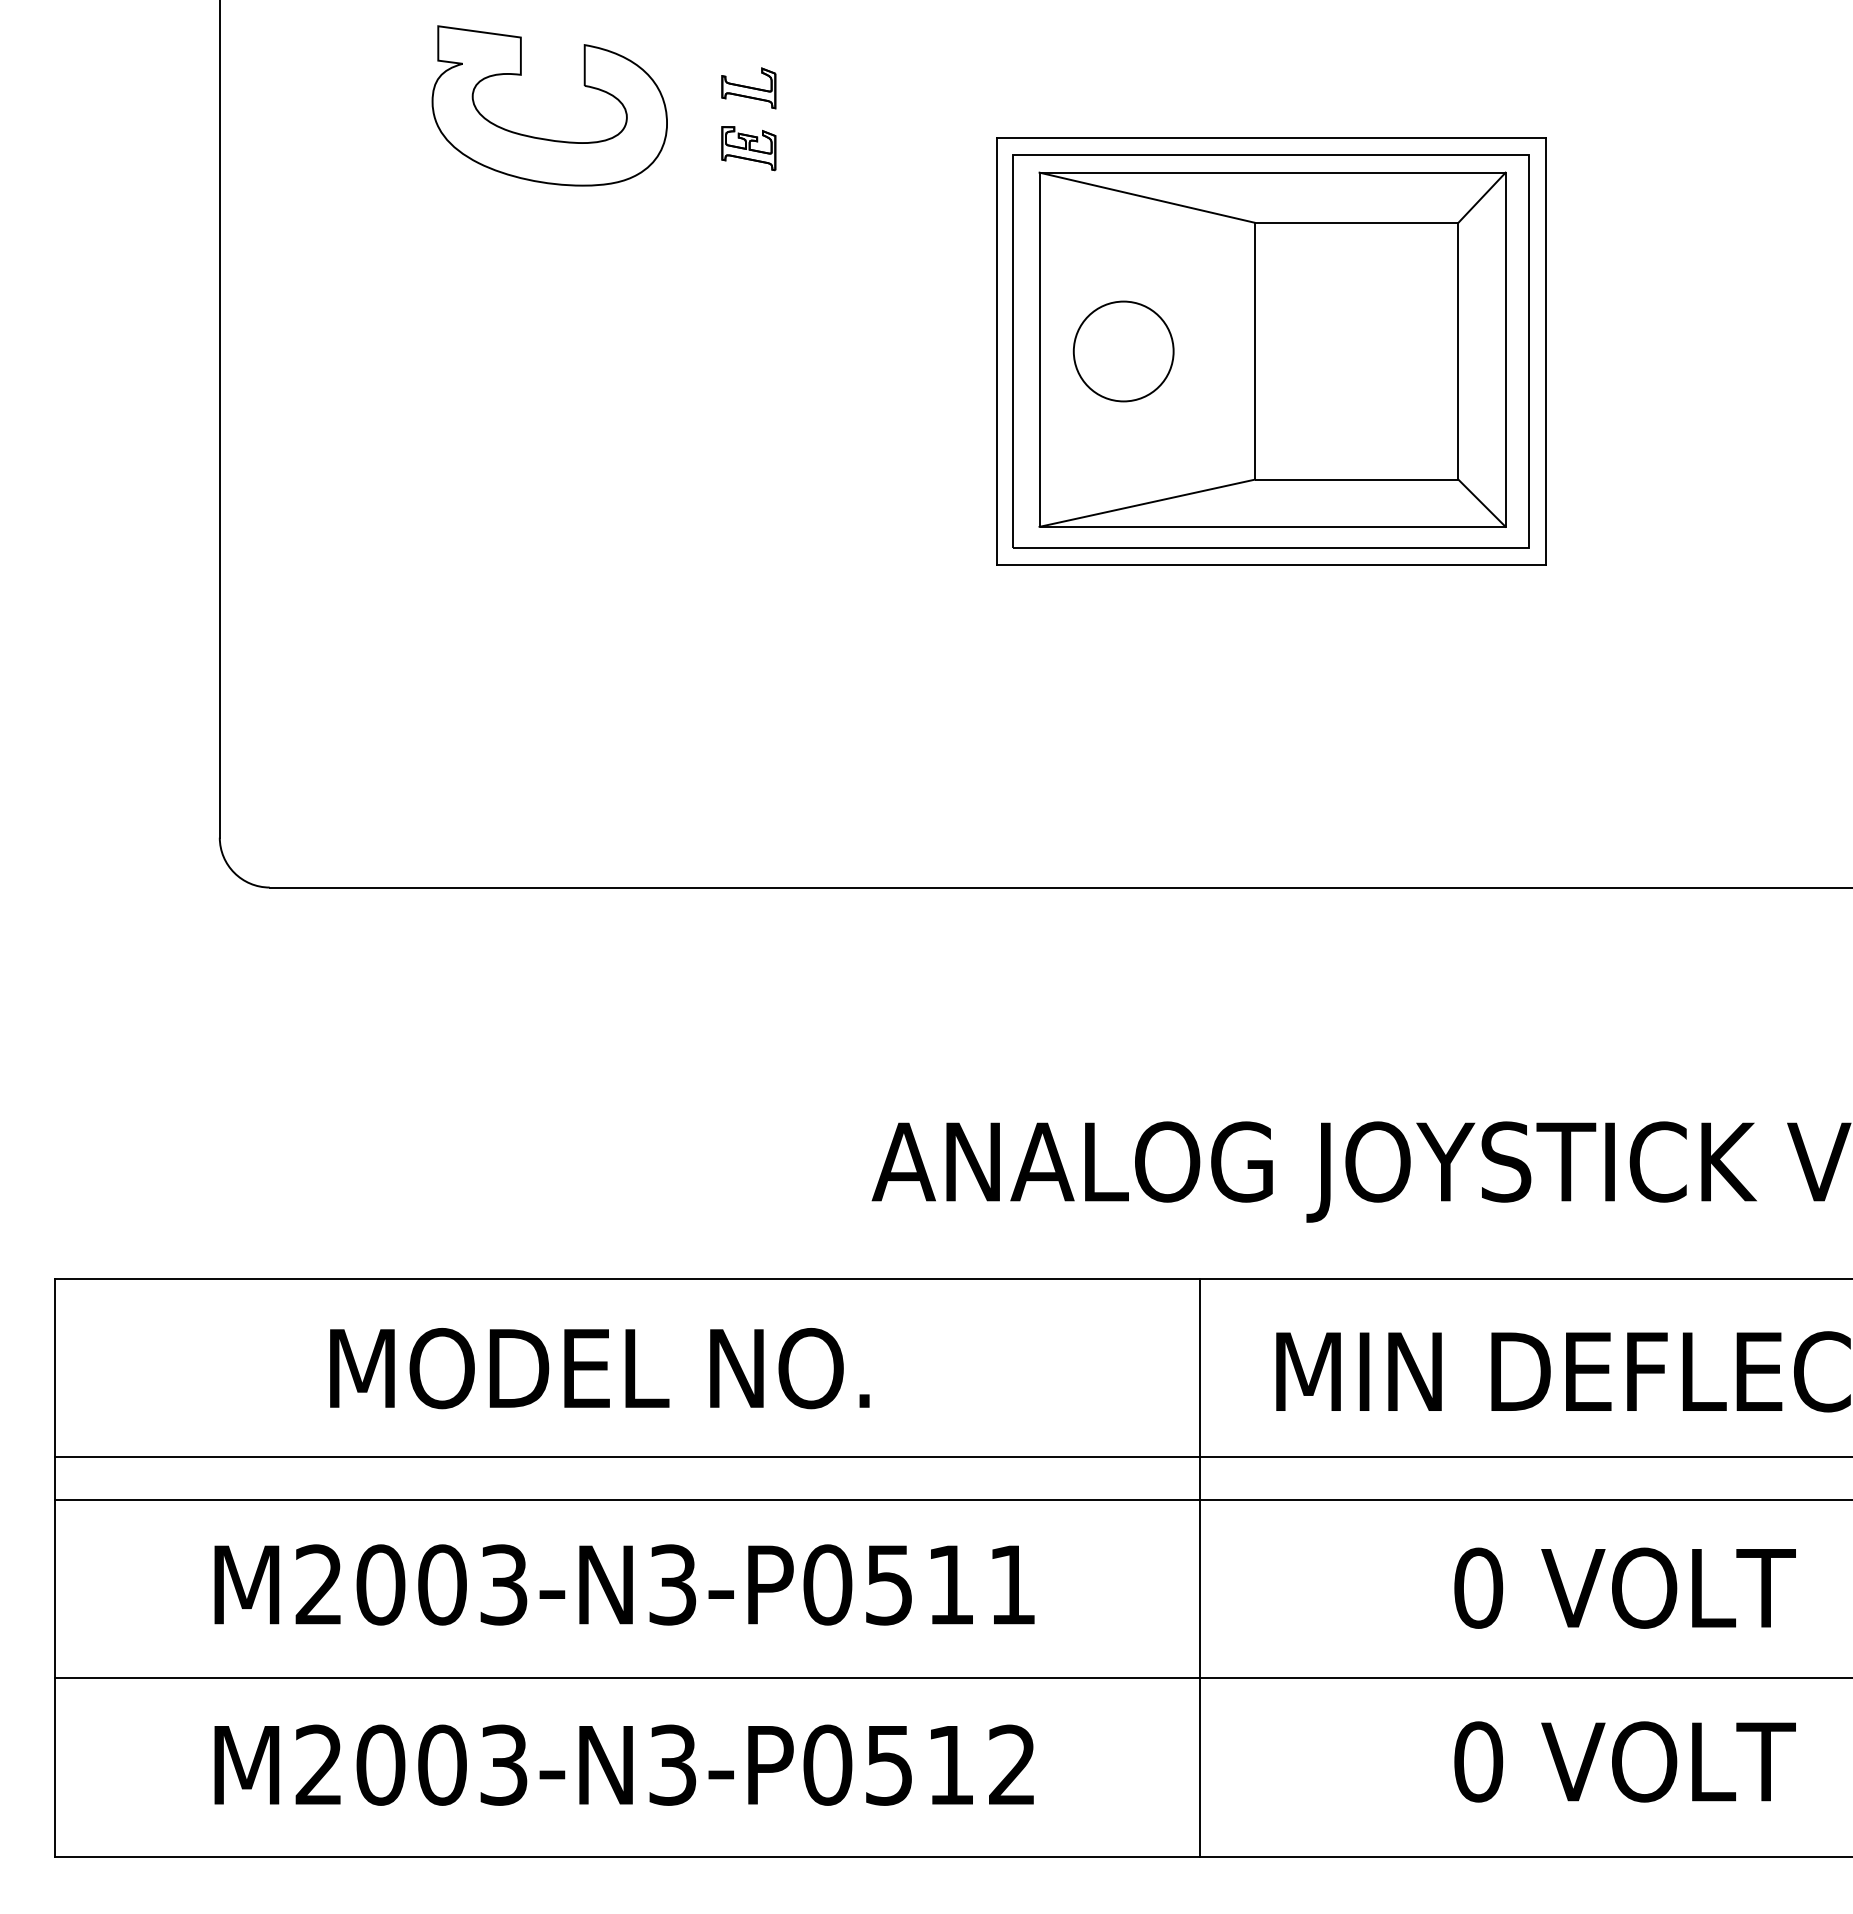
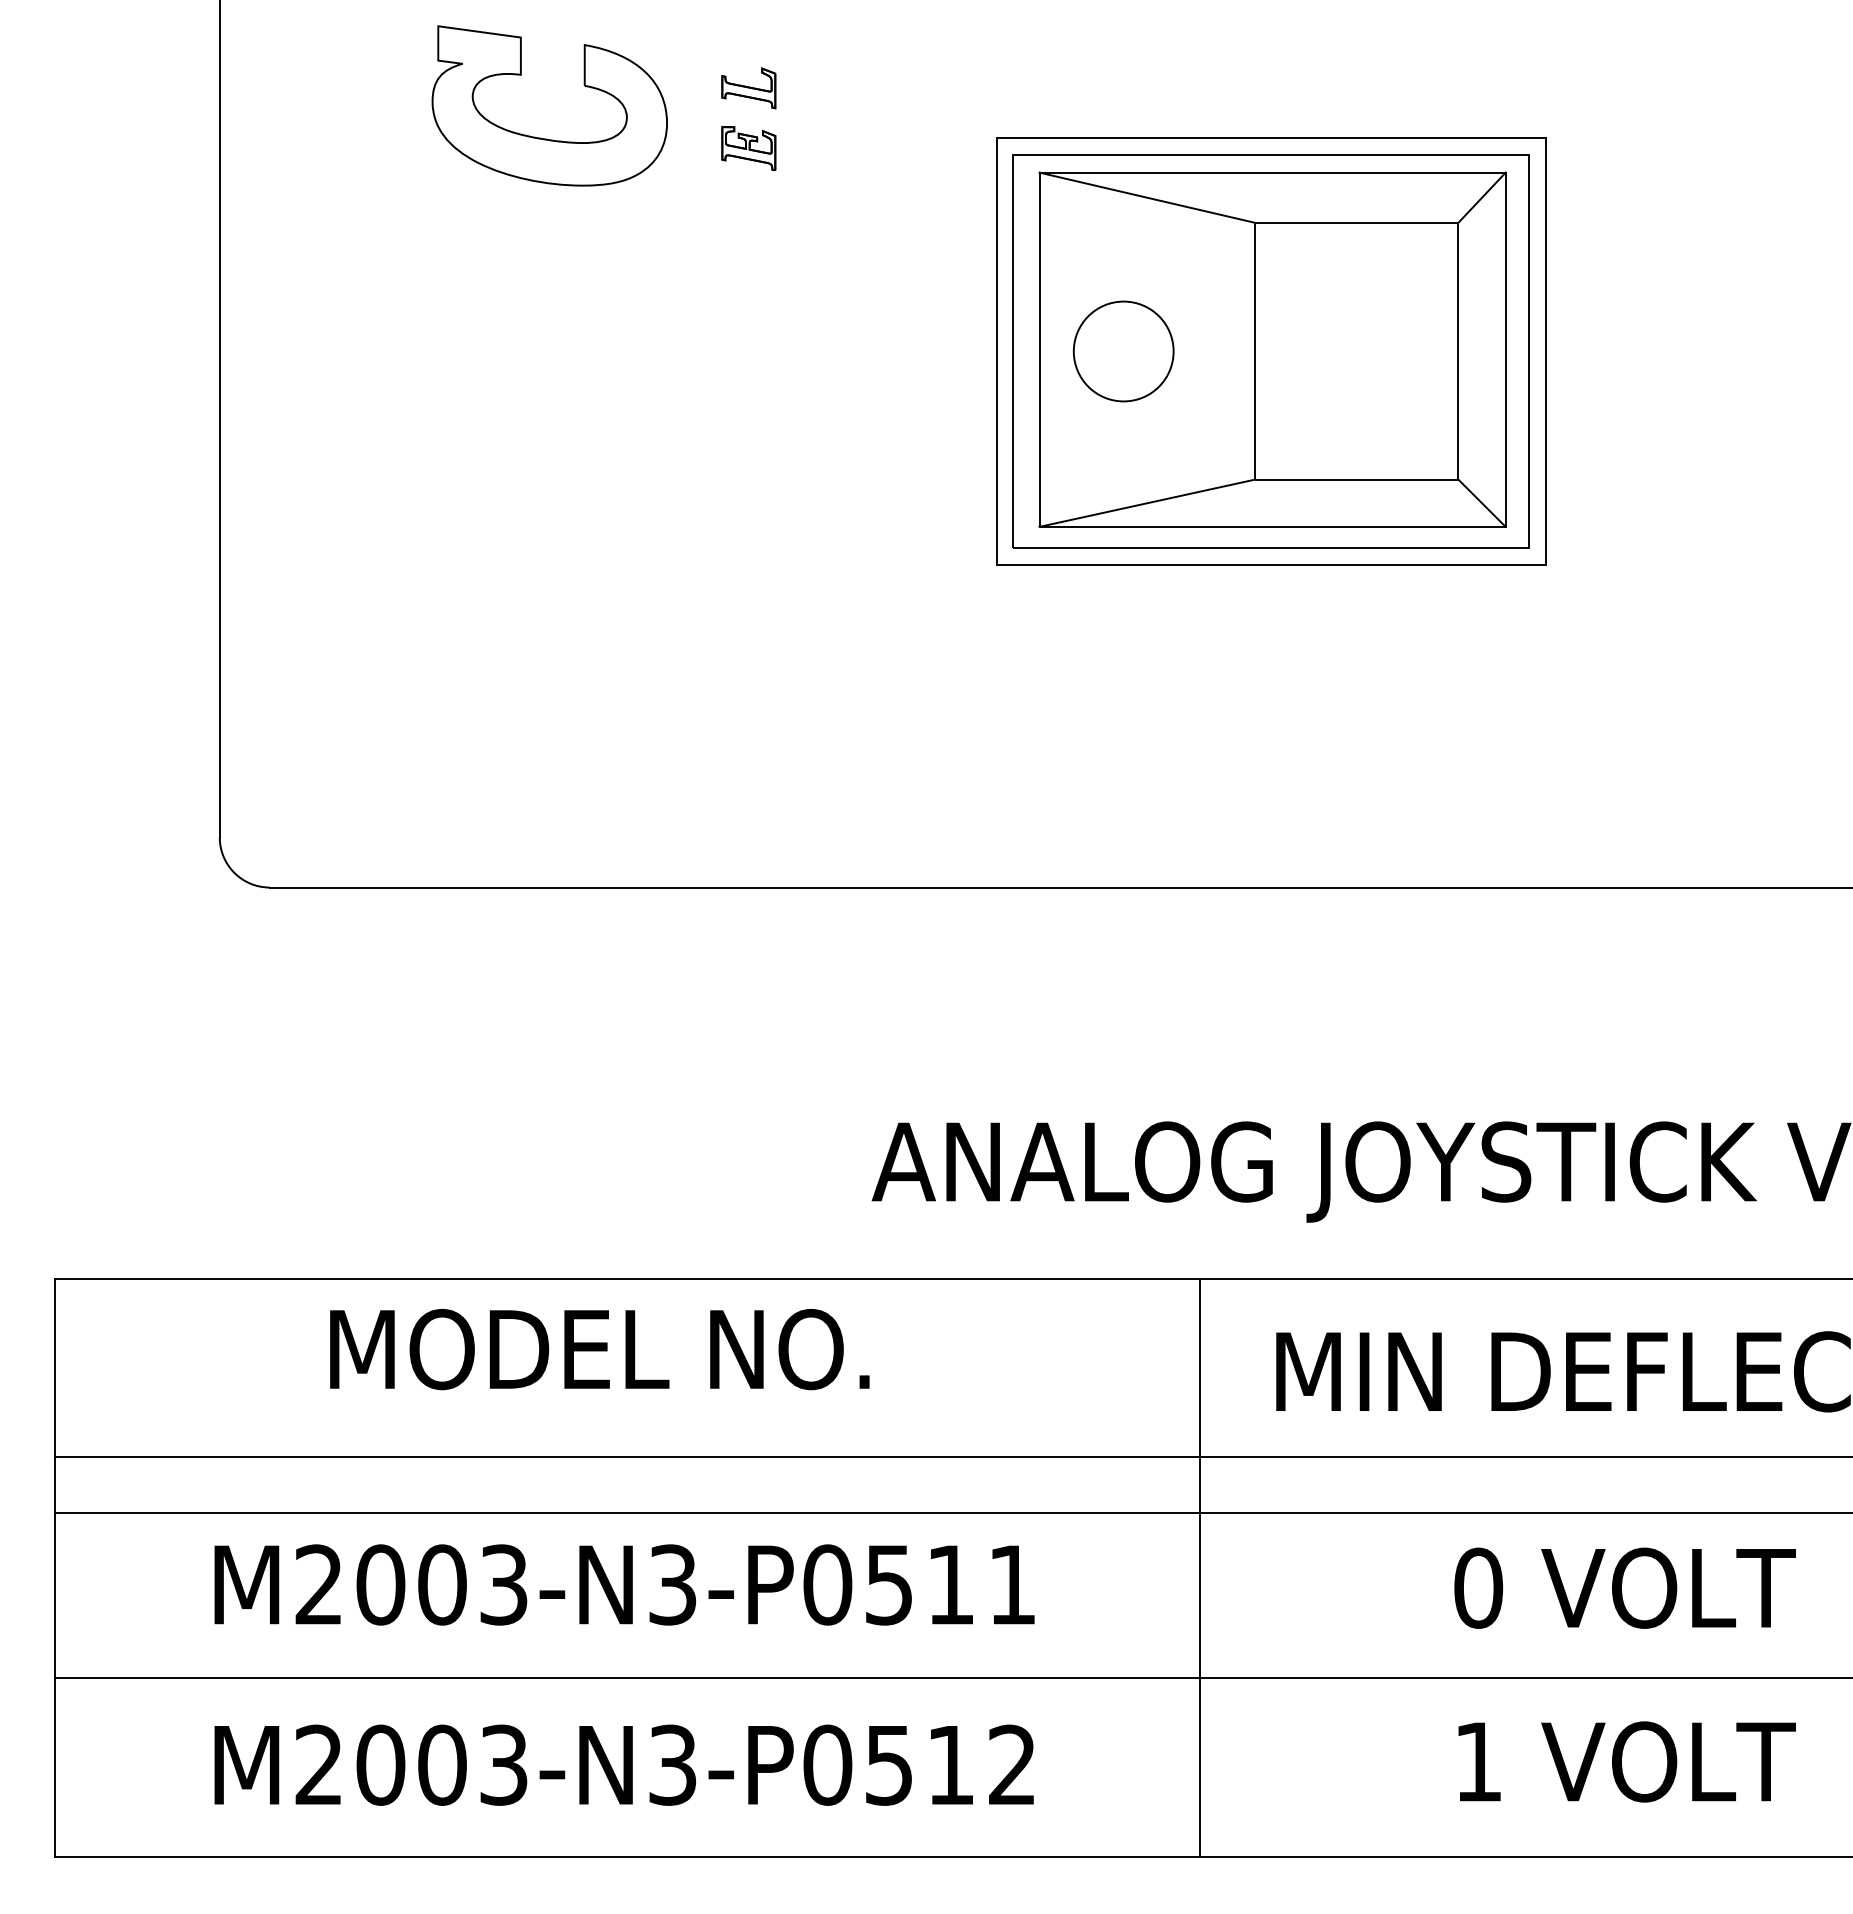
text at (599, 1368) position: (599, 1368) -> (599, 1349)
line at (952, 1500) position: (952, 1500) -> (952, 1513)
text at (1478, 1761): 0 -> 1
